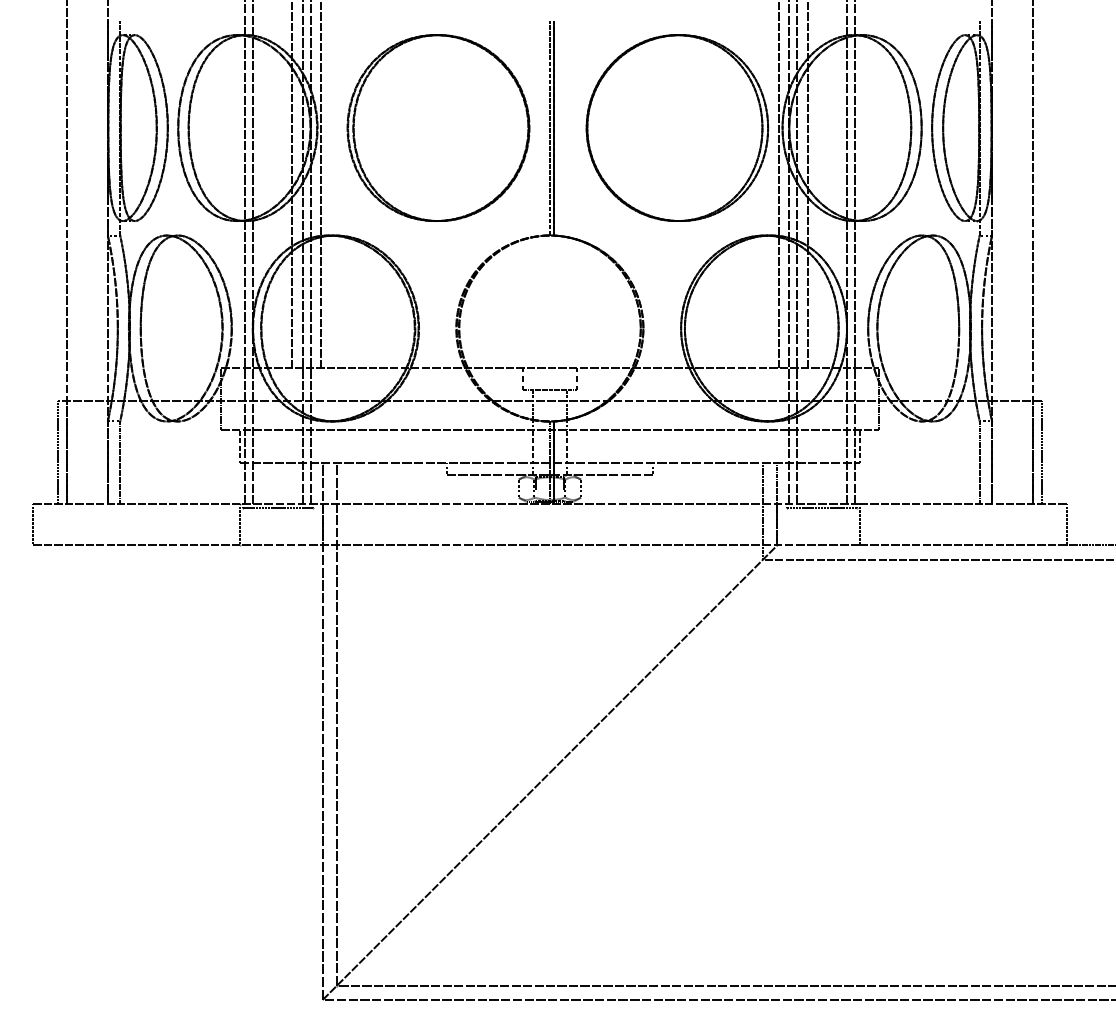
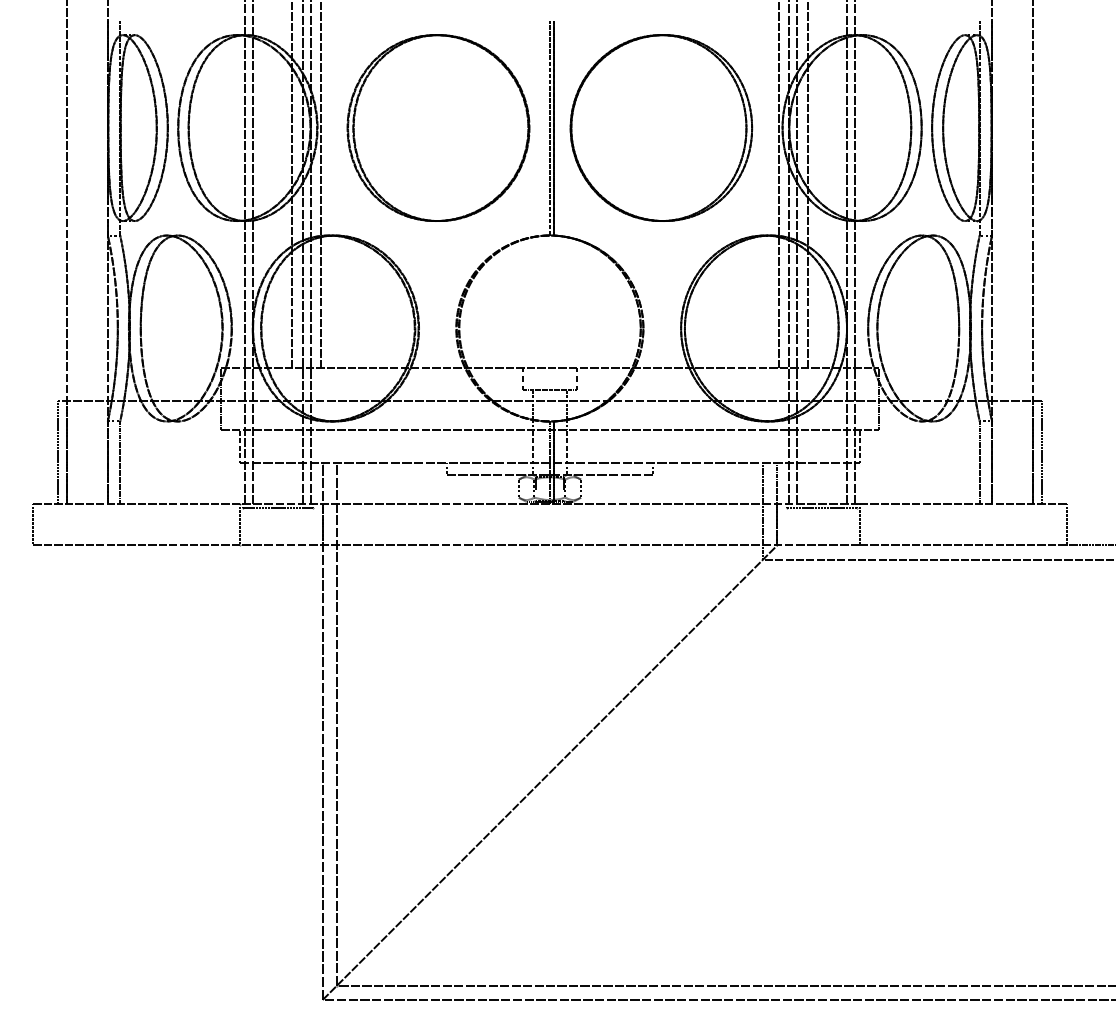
part at (677, 127) position: (677, 127) -> (661, 127)
